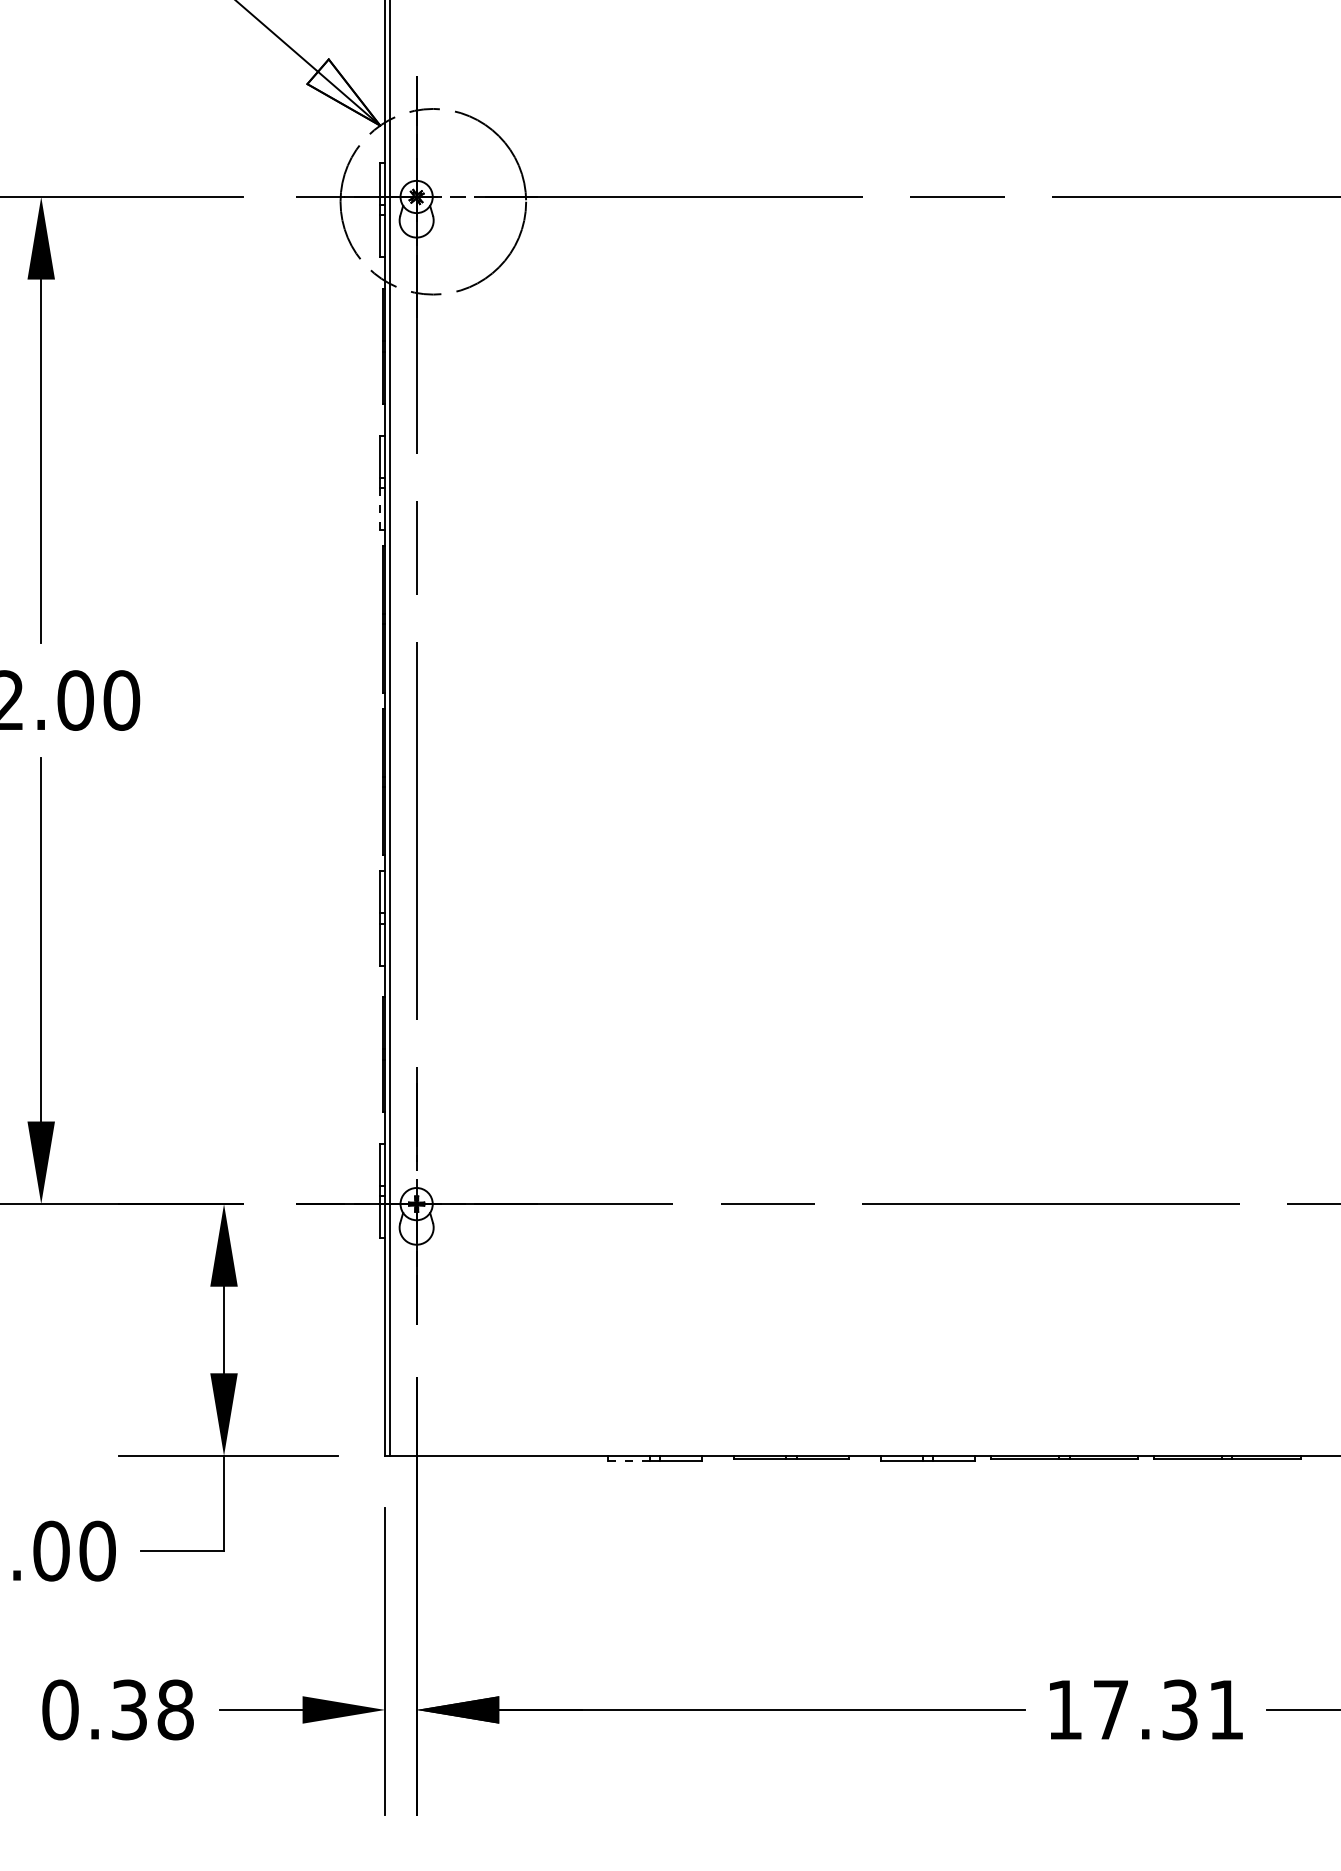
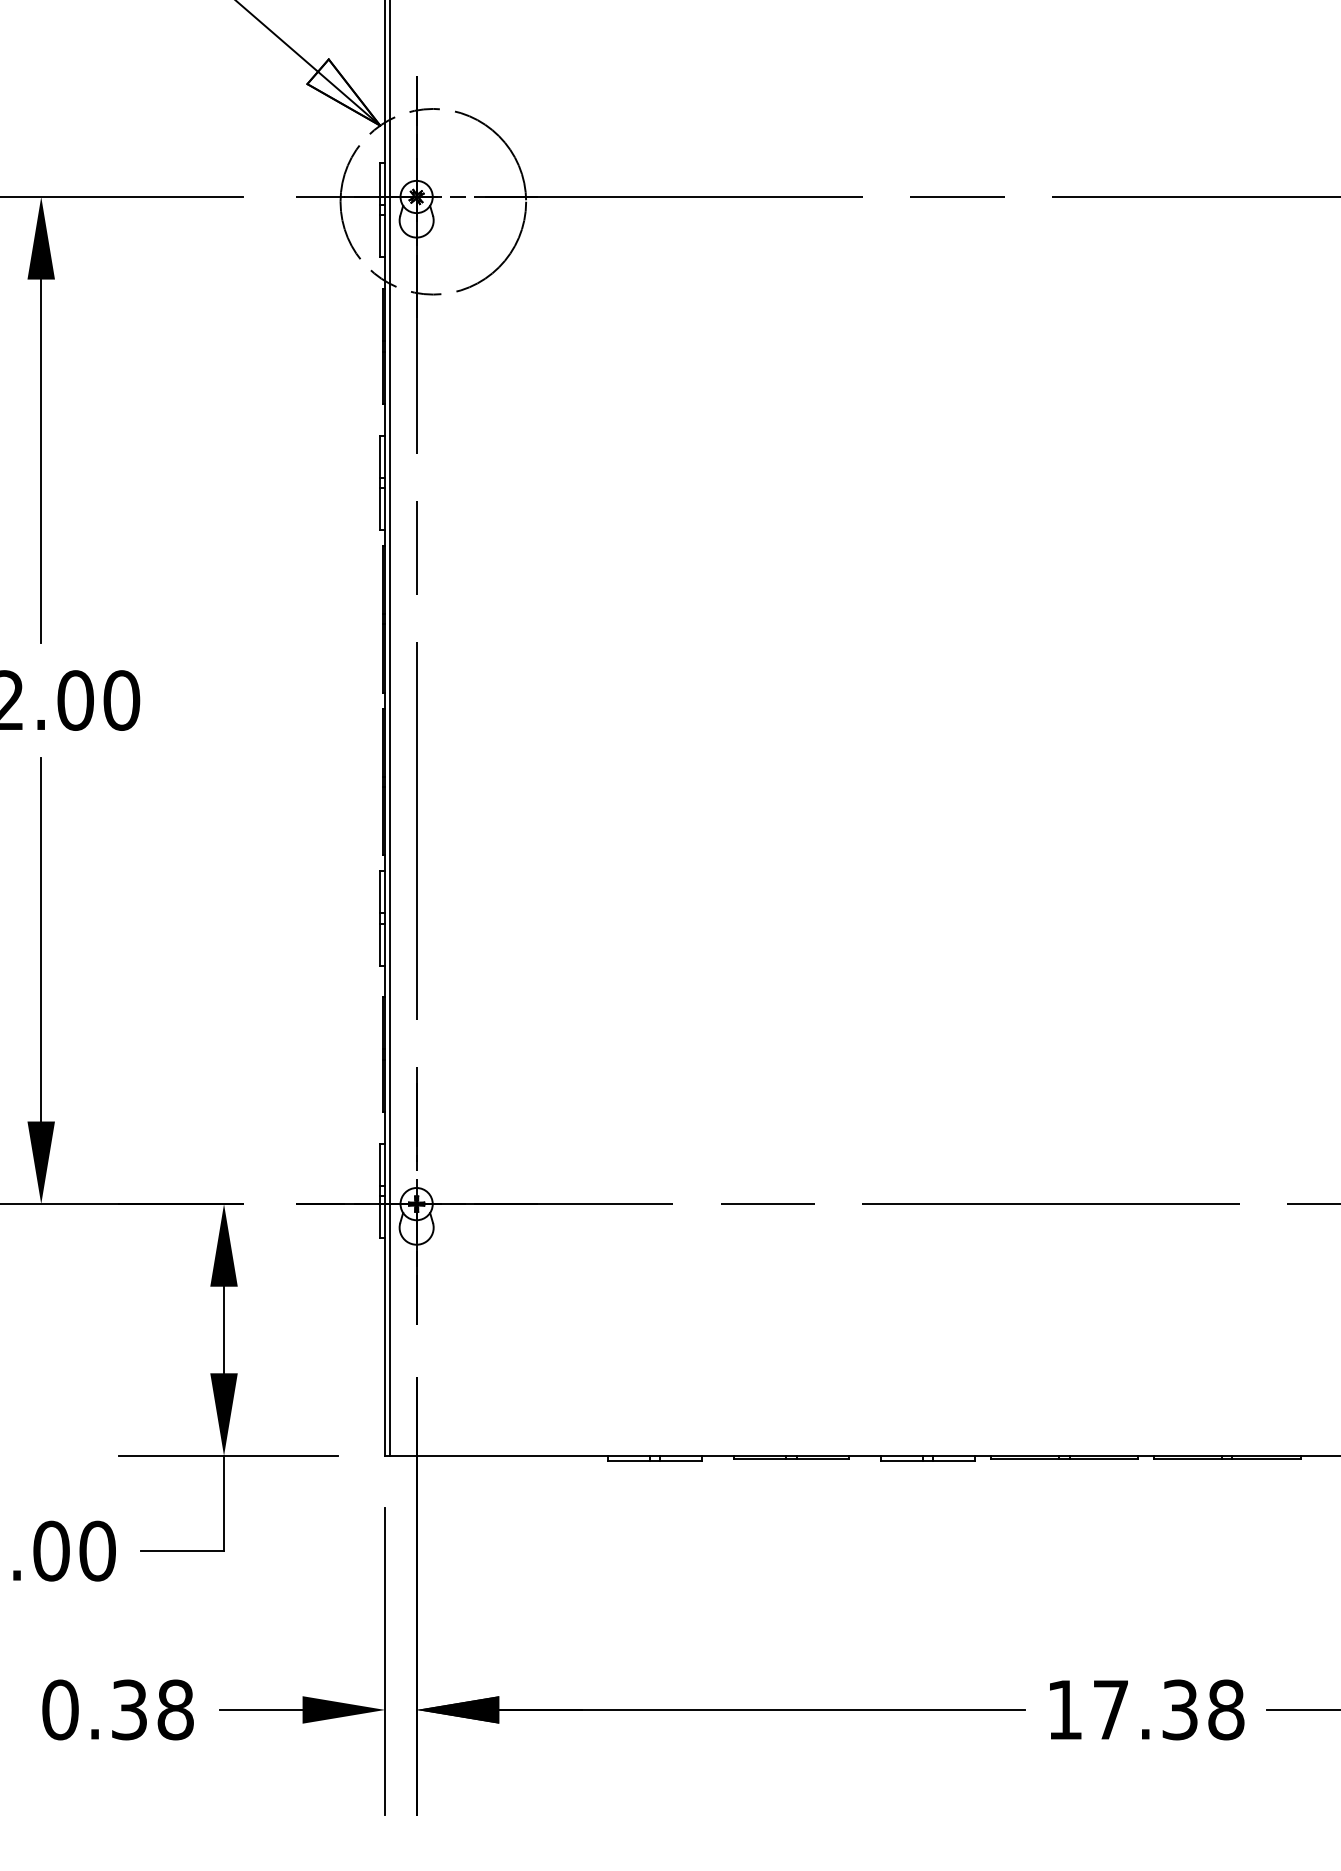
line at (379, 508): dashed -> solid
line at (628, 1461): dashed -> solid
text at (1226, 1709): 17.31 -> 17.38
